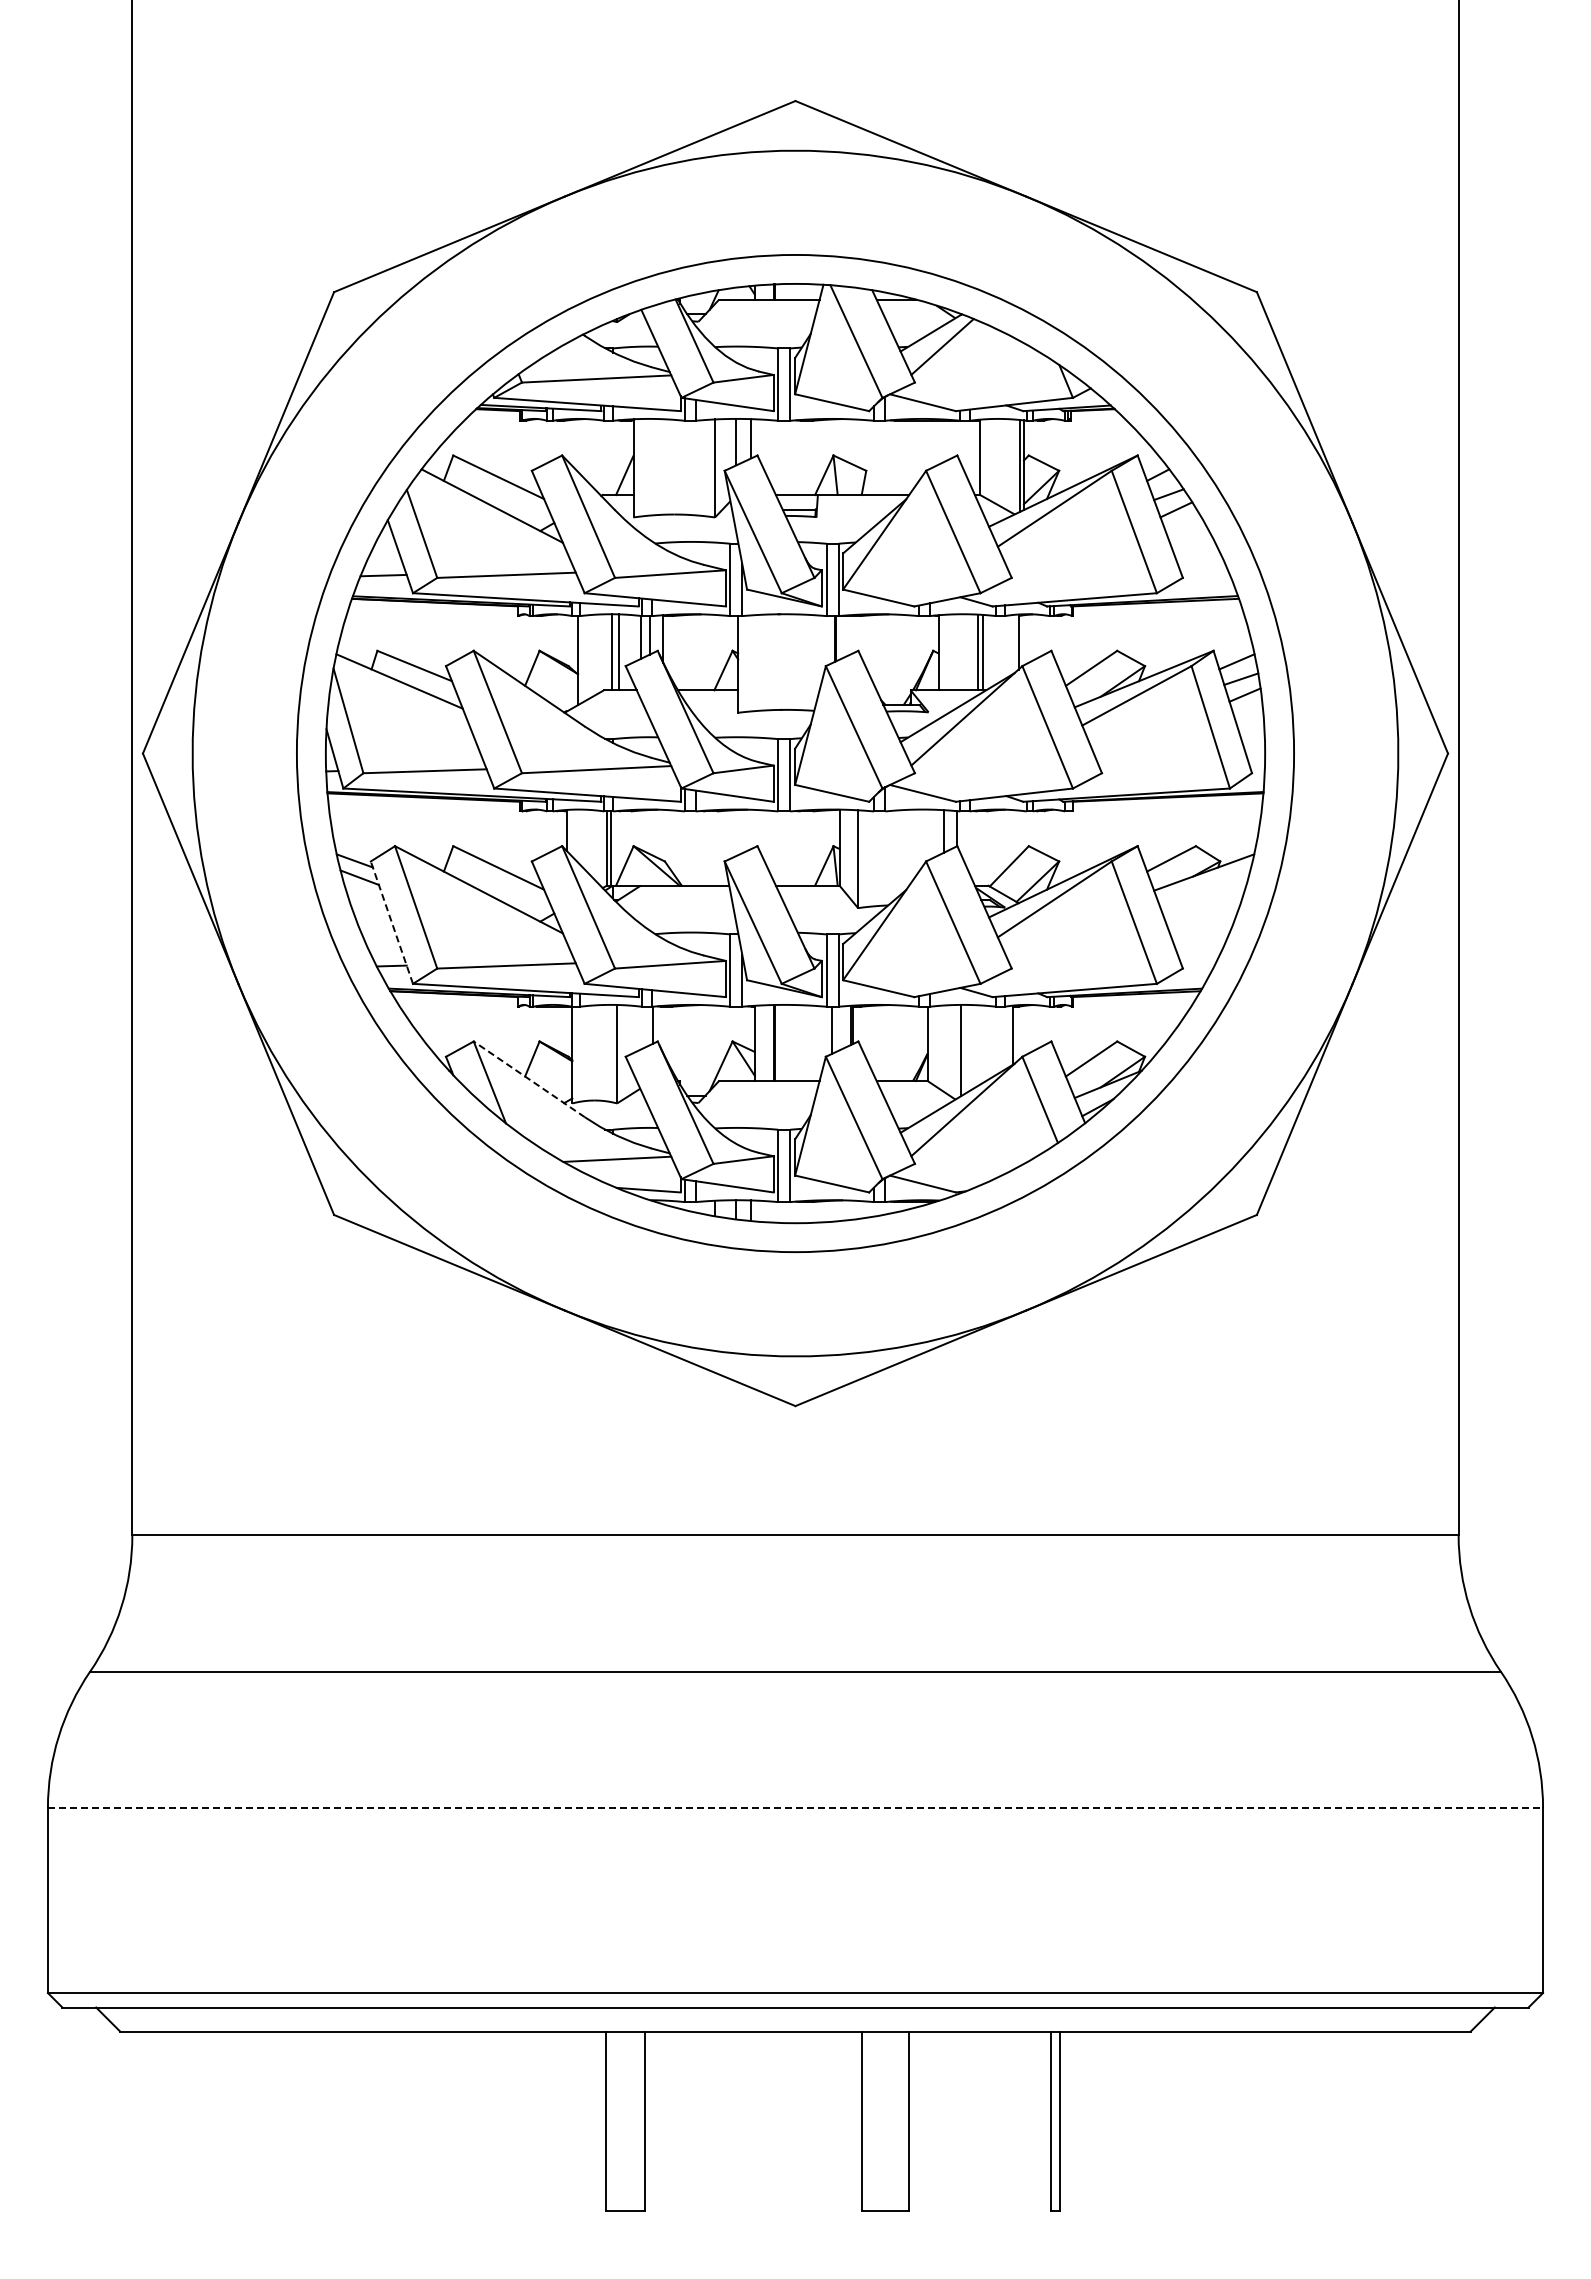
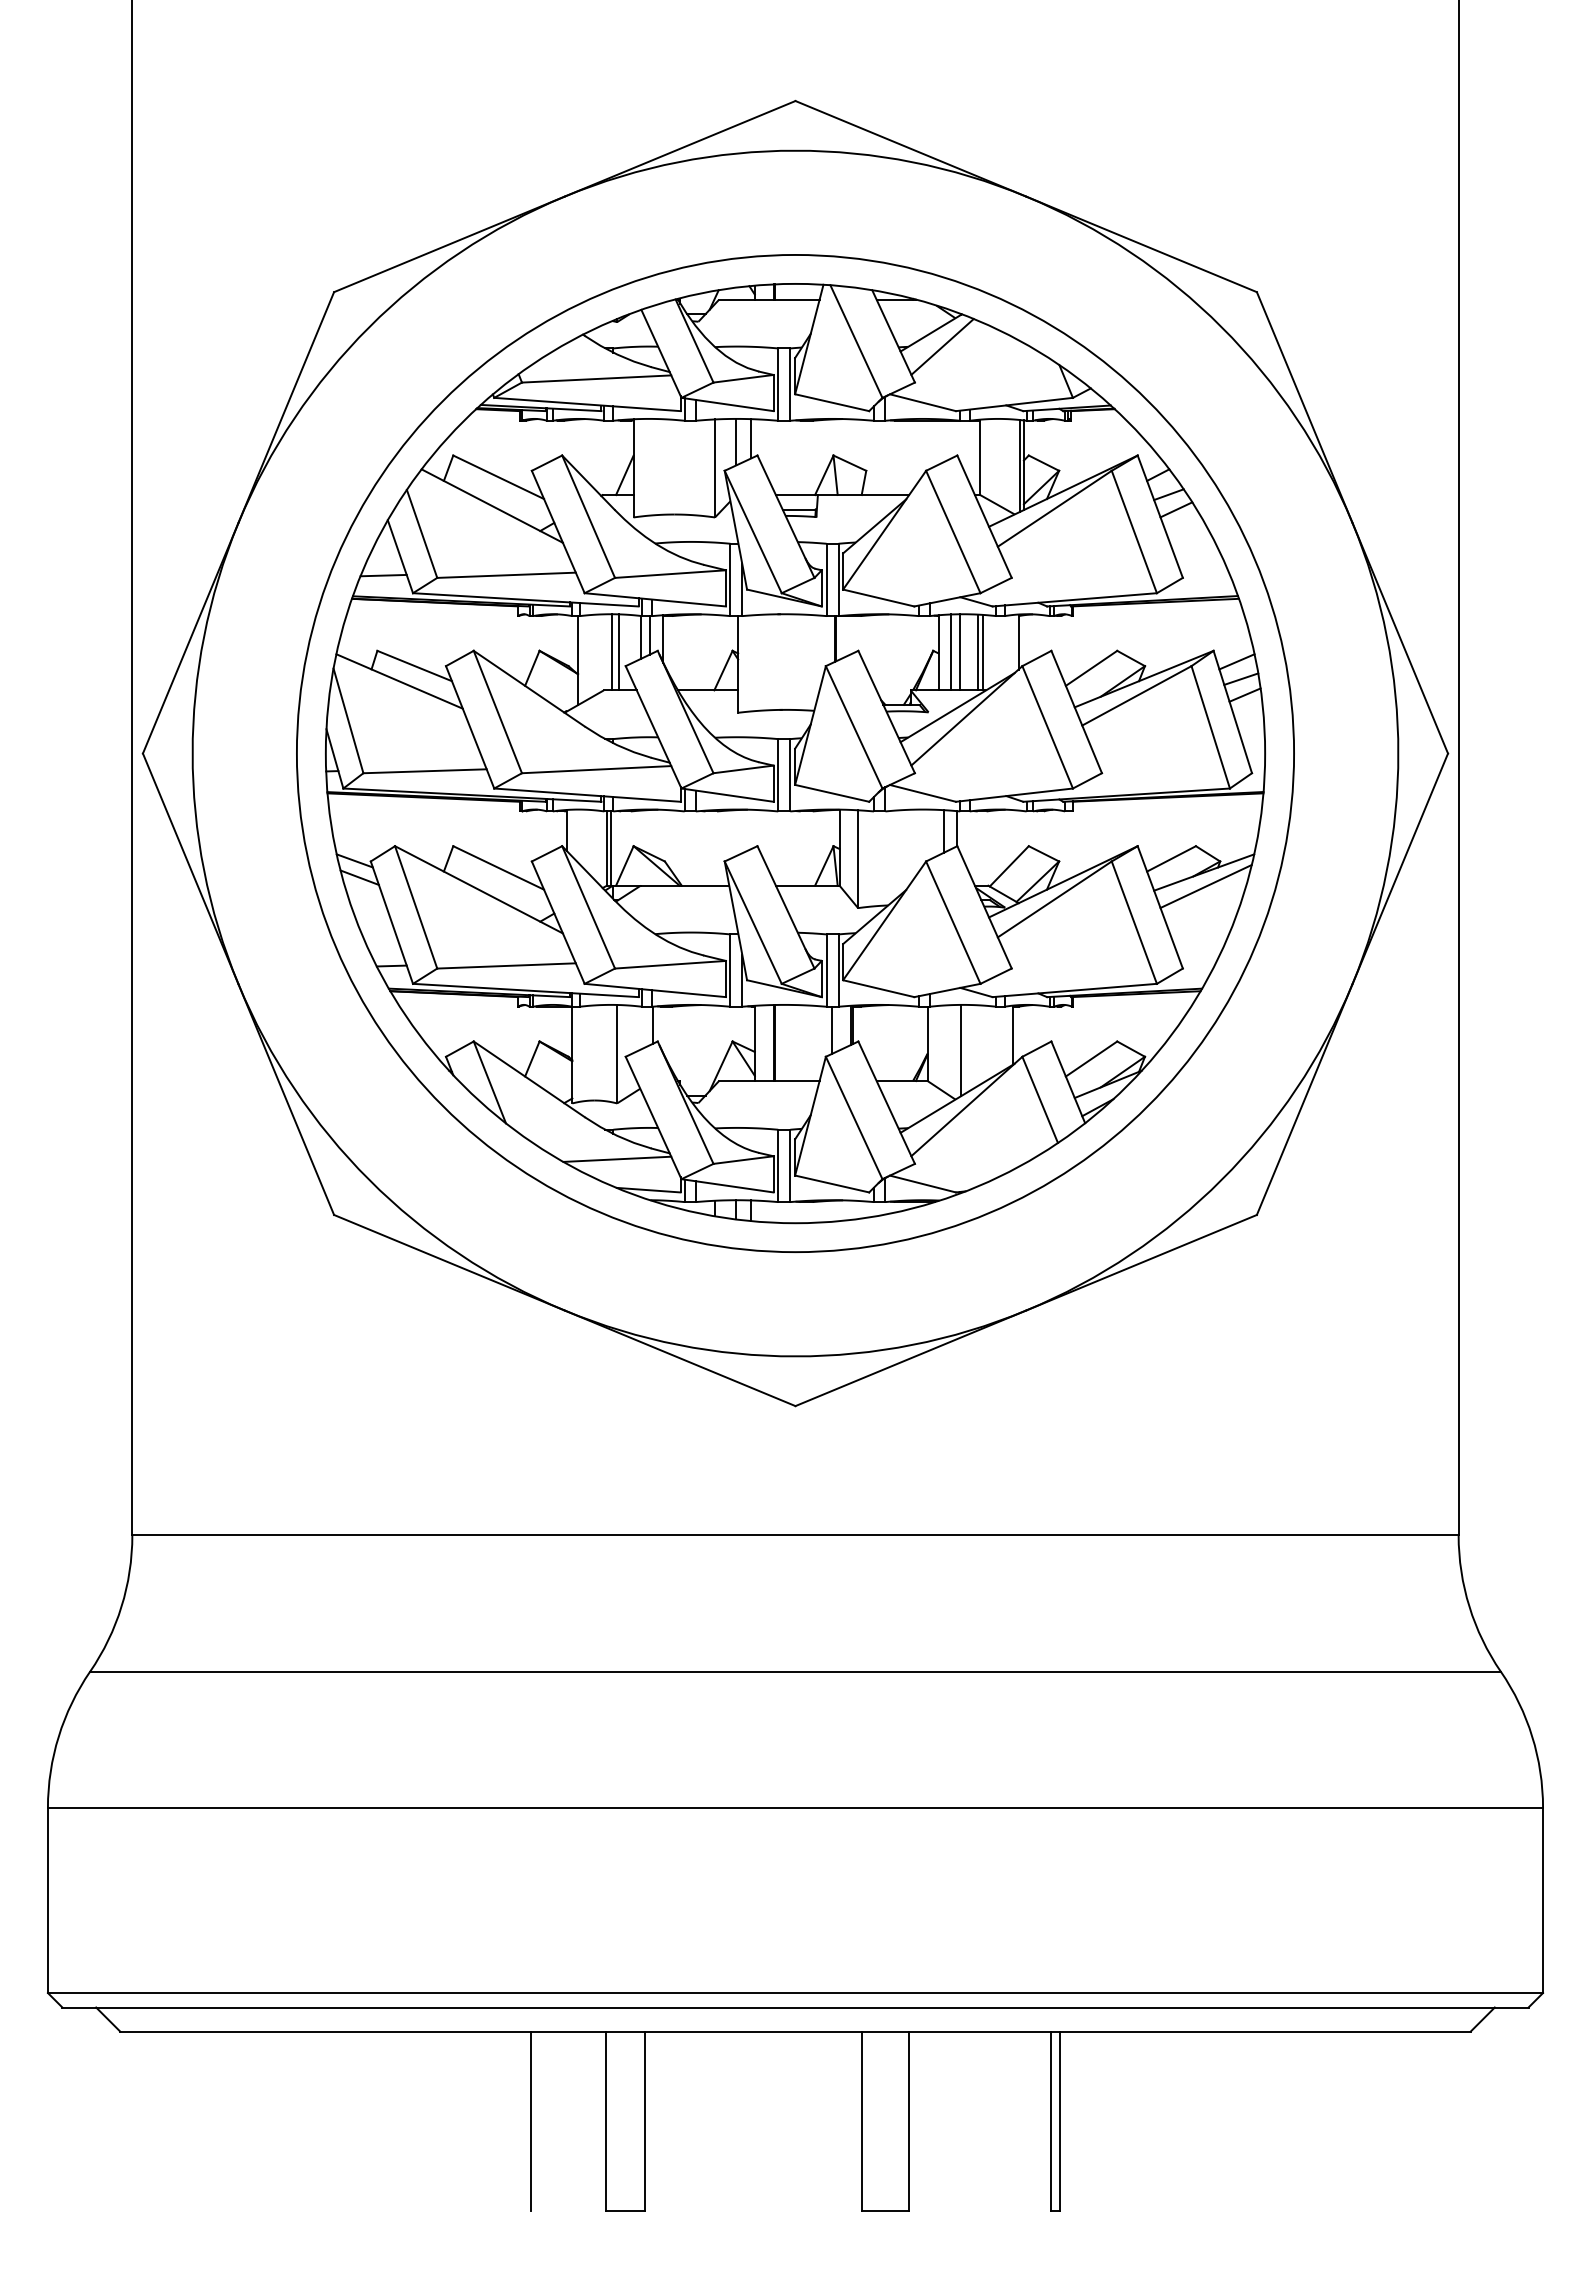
line at (950, 652): none -> present
line at (960, 652): none -> present
line at (1205, 886): none -> present
line at (391, 922): dashed -> solid
line at (528, 1079): dashed -> solid
line at (795, 1807): dashed -> solid
line at (531, 2120): none -> present
